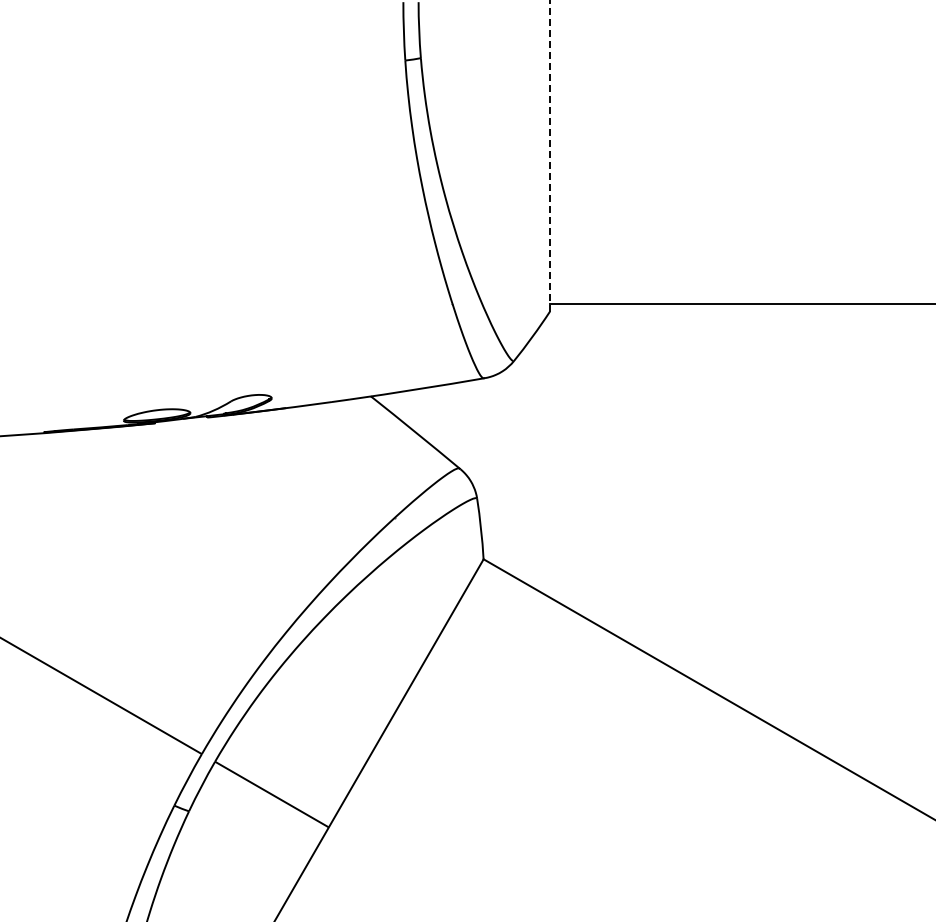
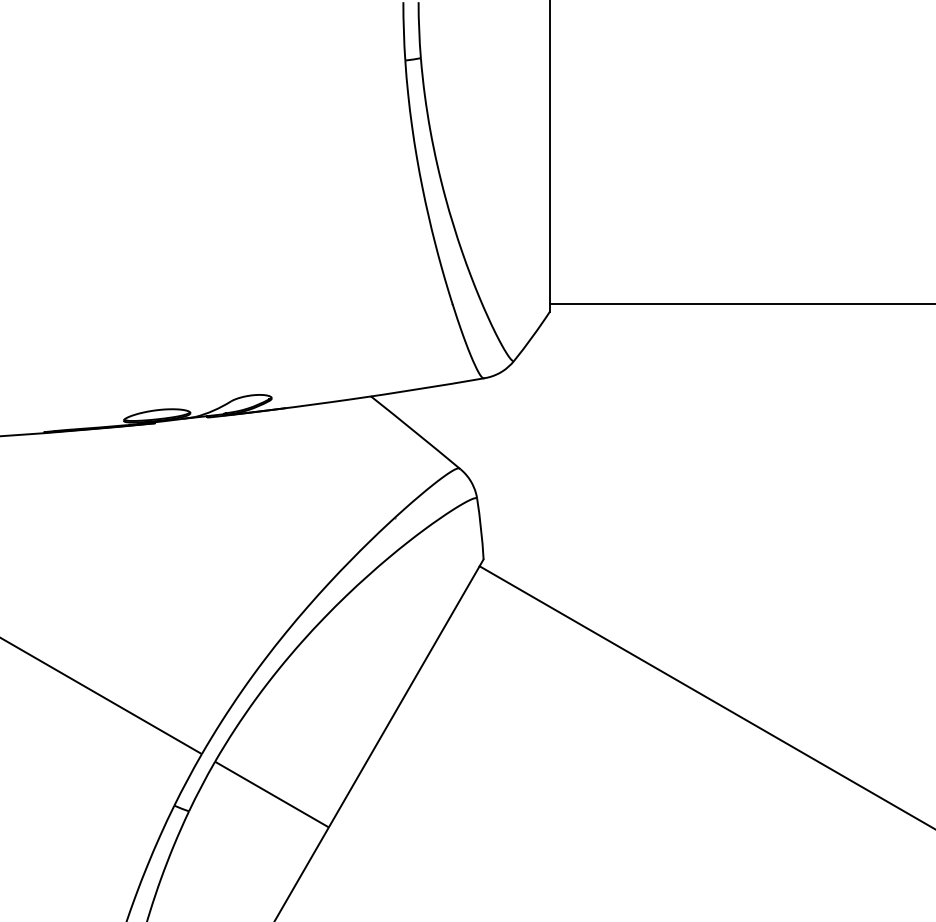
line at (549, 155): dashed -> solid
line at (707, 688) position: (707, 688) -> (705, 696)
